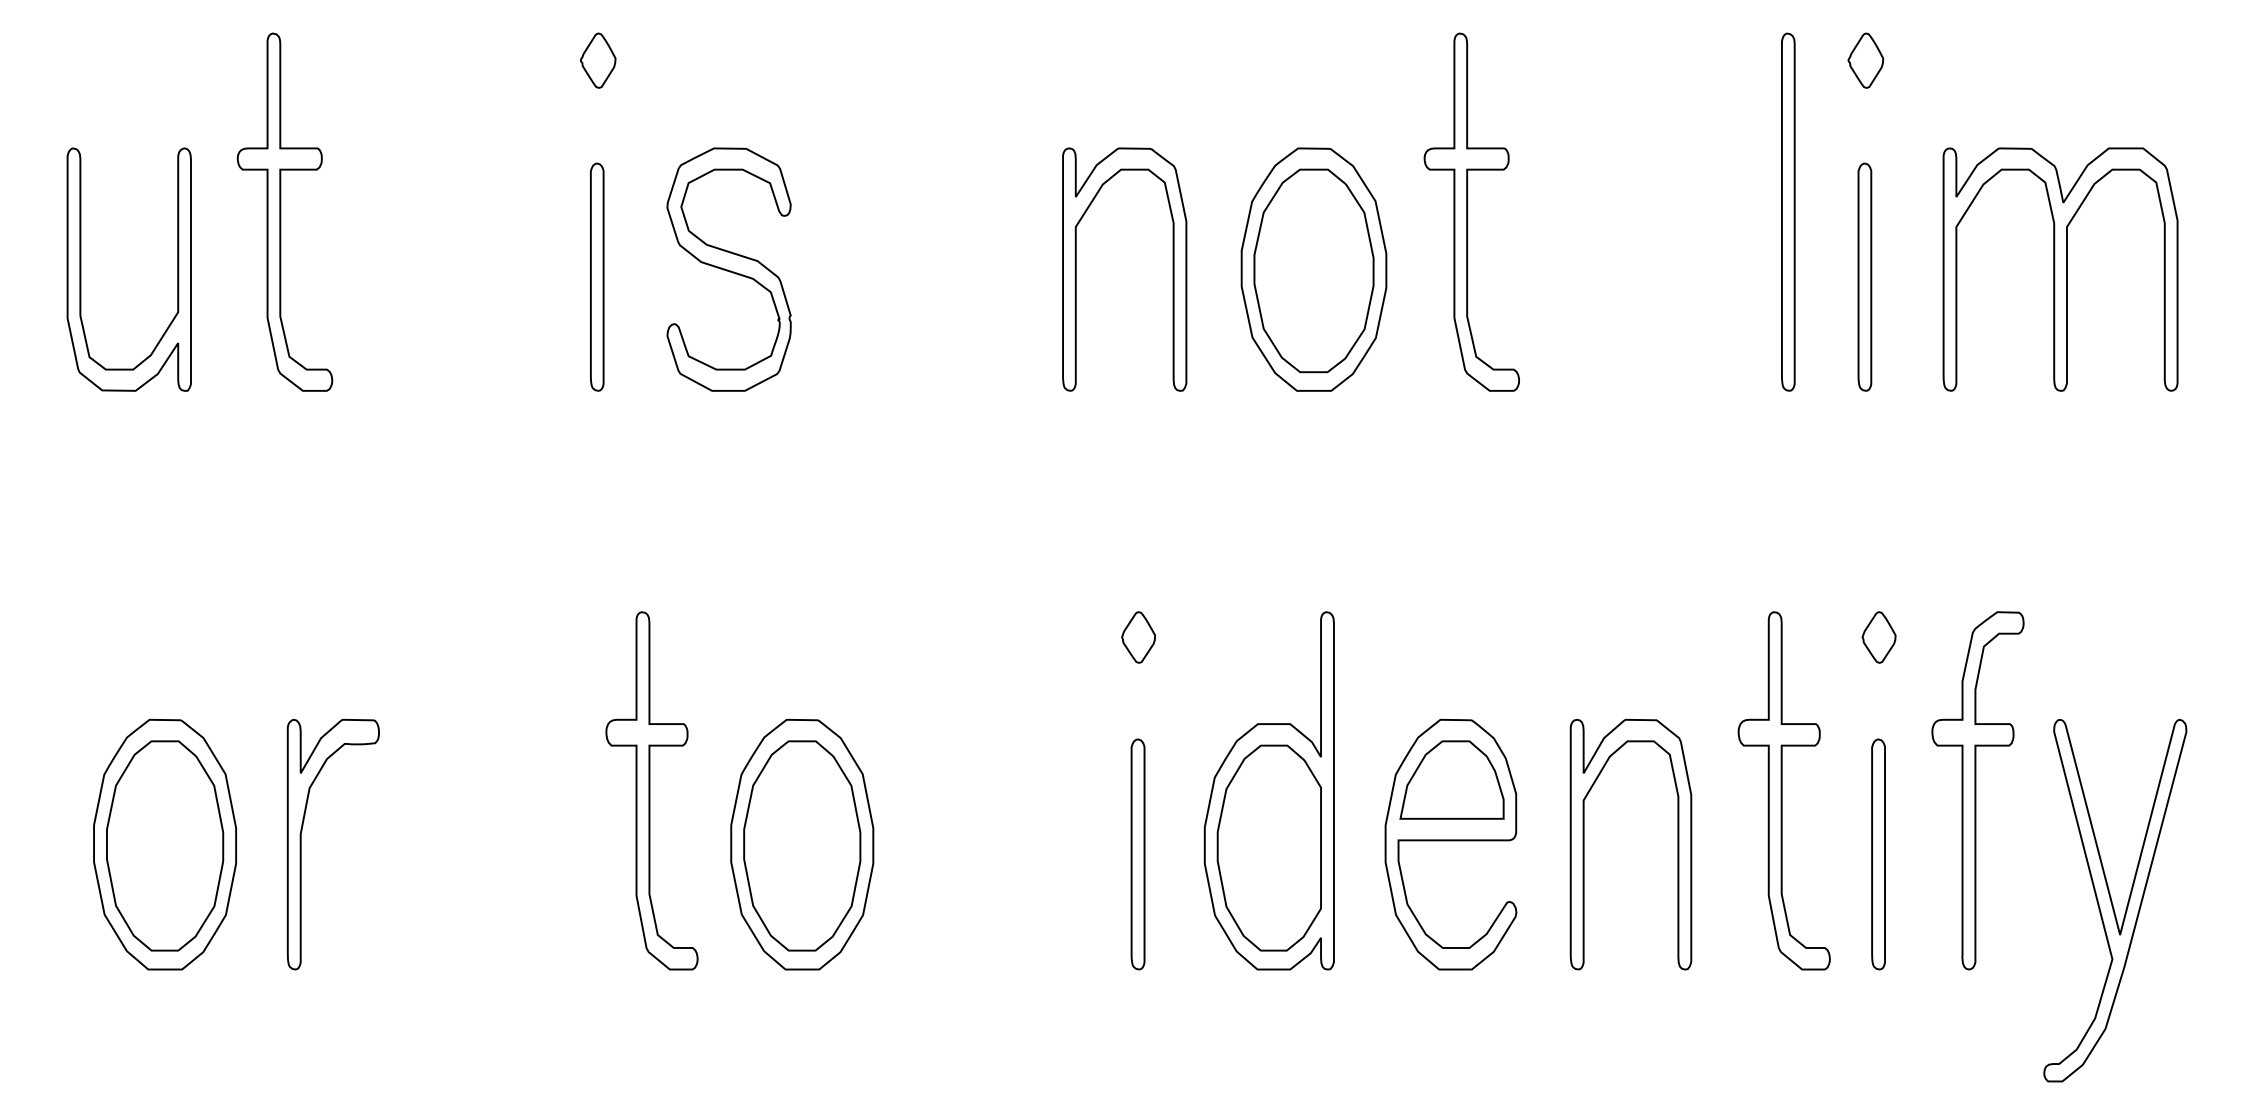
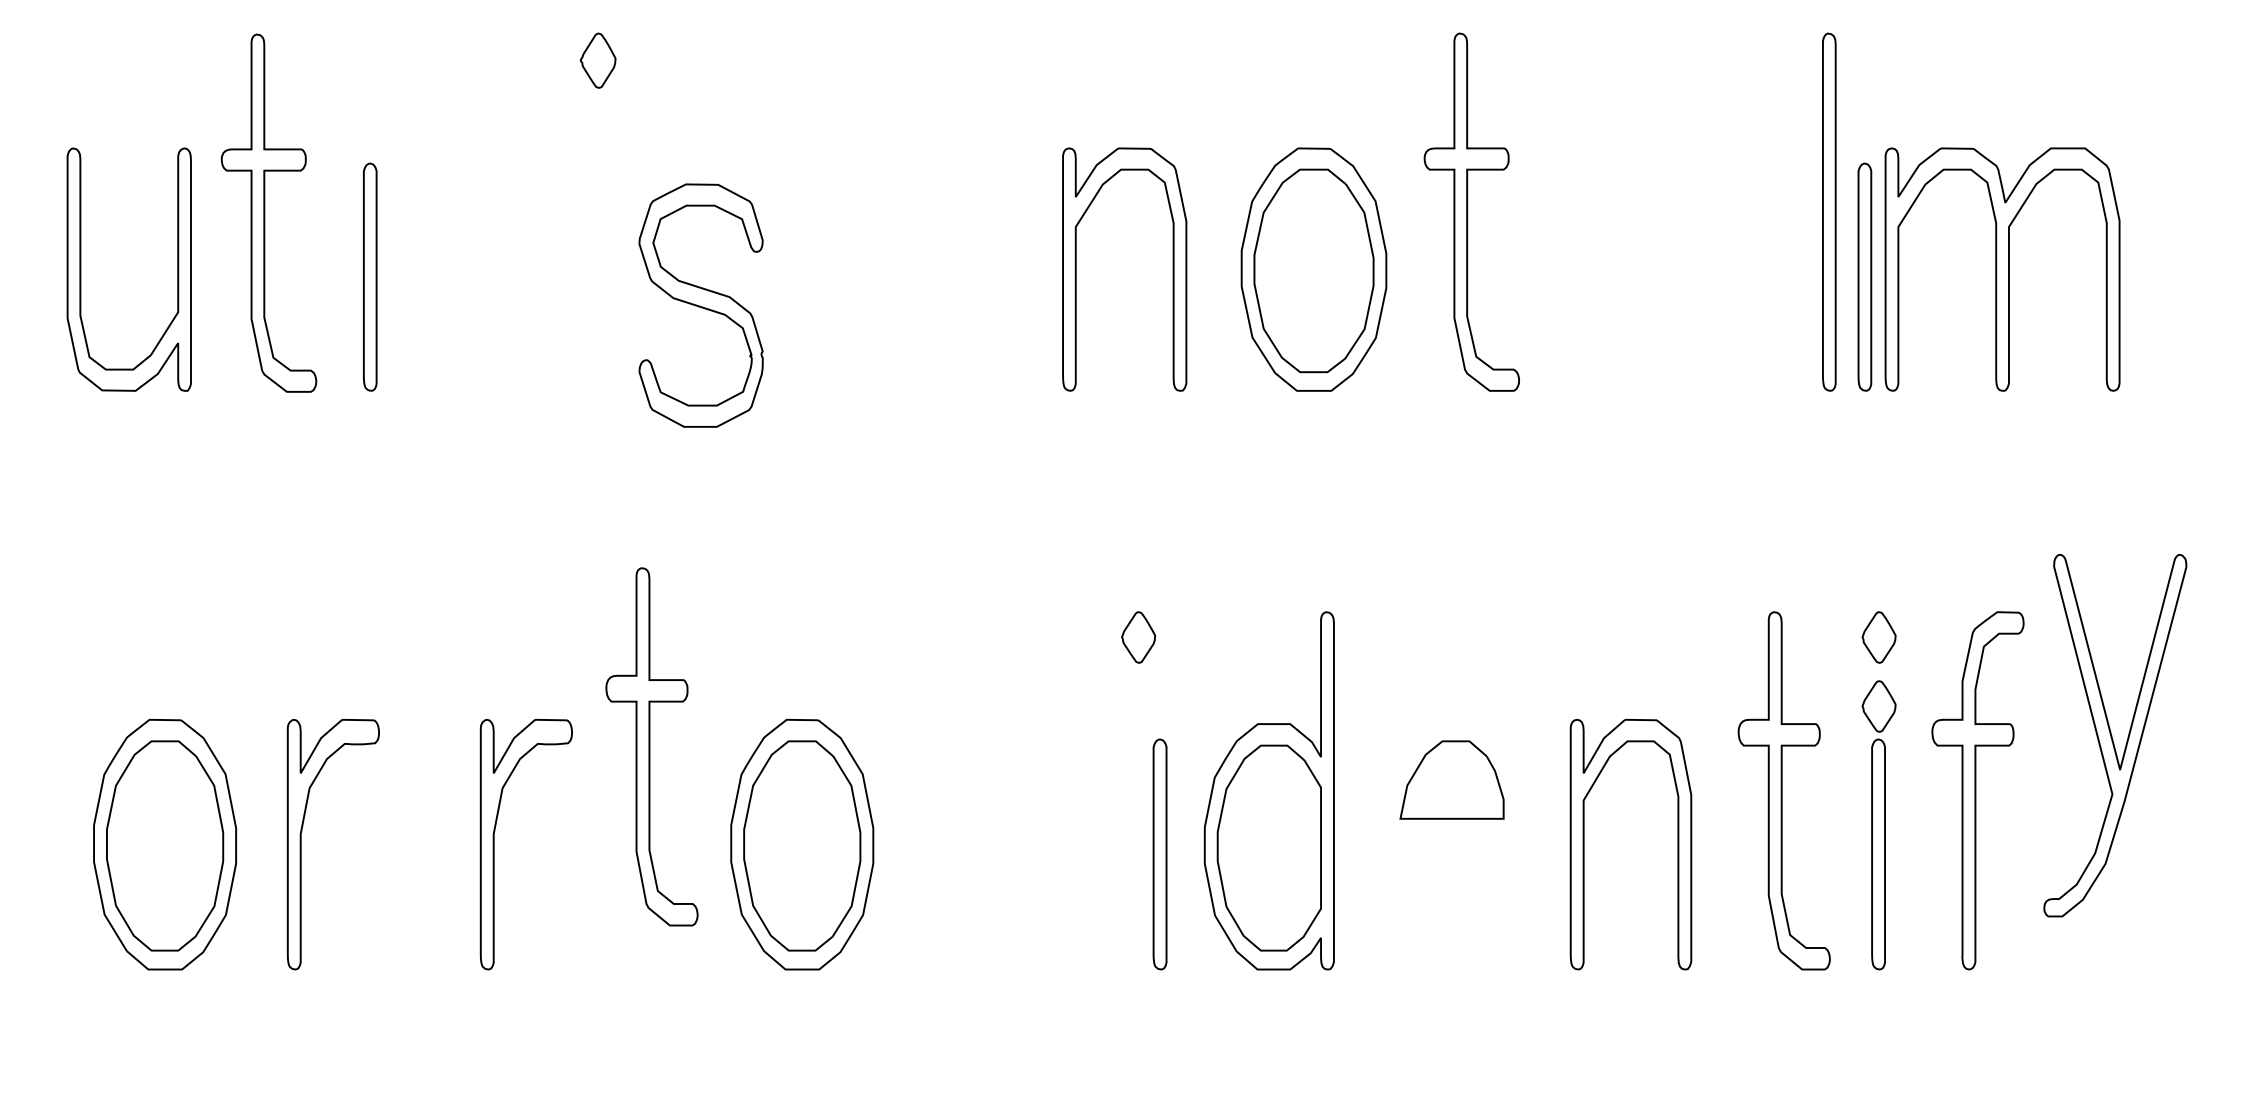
curve at (1852, 54): present -> none
curve at (281, 211) position: (281, 211) -> (265, 212)
curve at (1793, 211) position: (1793, 211) -> (1834, 211)
curve at (728, 269) position: (728, 269) -> (700, 305)
curve at (2055, 269) position: (2055, 269) -> (1997, 269)
curve at (602, 276) position: (602, 276) -> (375, 276)
curve at (1866, 699): none -> present
curve at (650, 790) position: (650, 790) -> (650, 746)
curve at (1450, 841): present -> none
curve at (494, 844): none -> present
curve at (1132, 854) position: (1132, 854) -> (1154, 854)
curve at (2112, 900) position: (2112, 900) -> (2112, 735)
